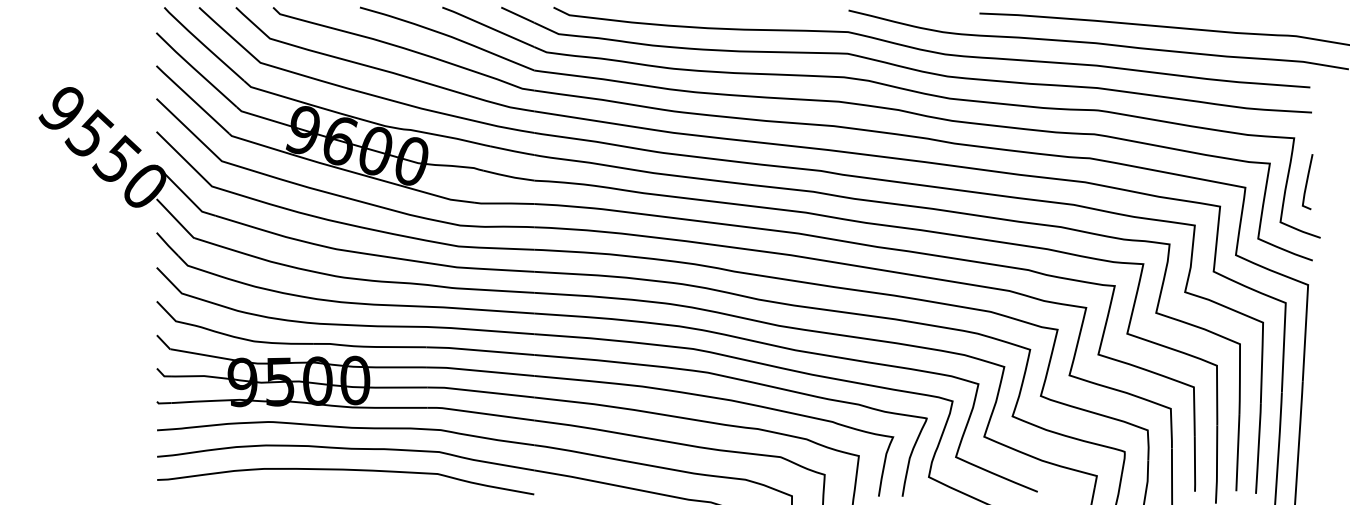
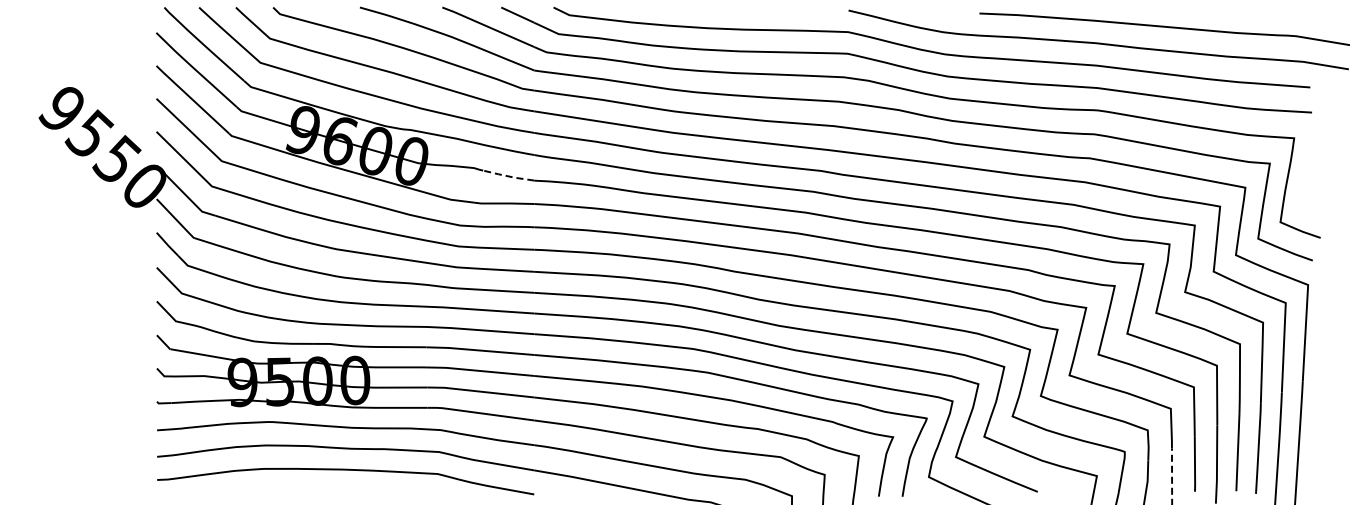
line at (508, 176): solid -> dashed
line at (1307, 182): present -> none
line at (1172, 476): solid -> dashed
